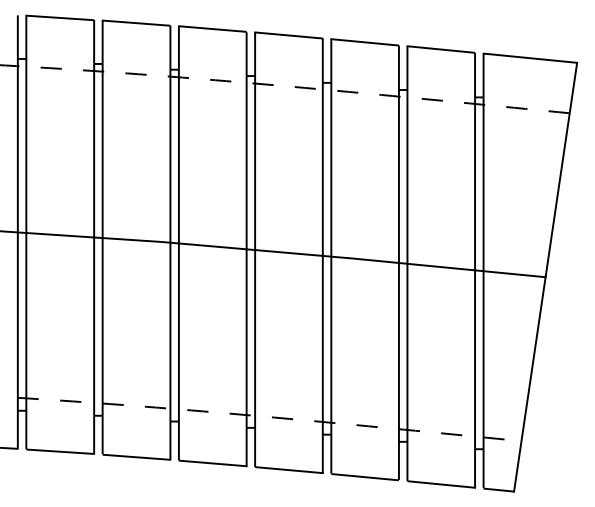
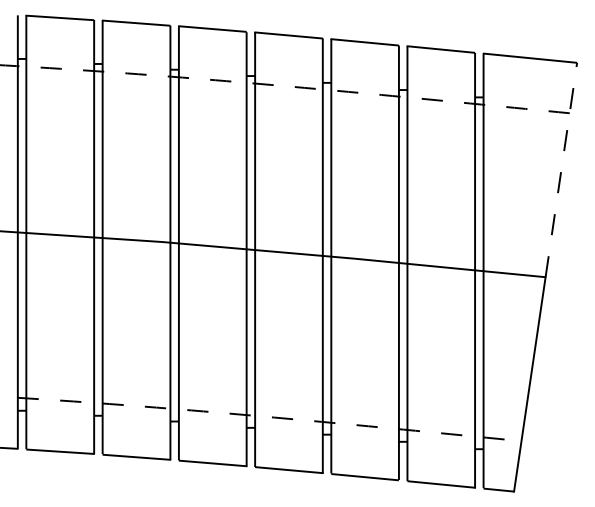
line at (561, 169): solid -> dashed
